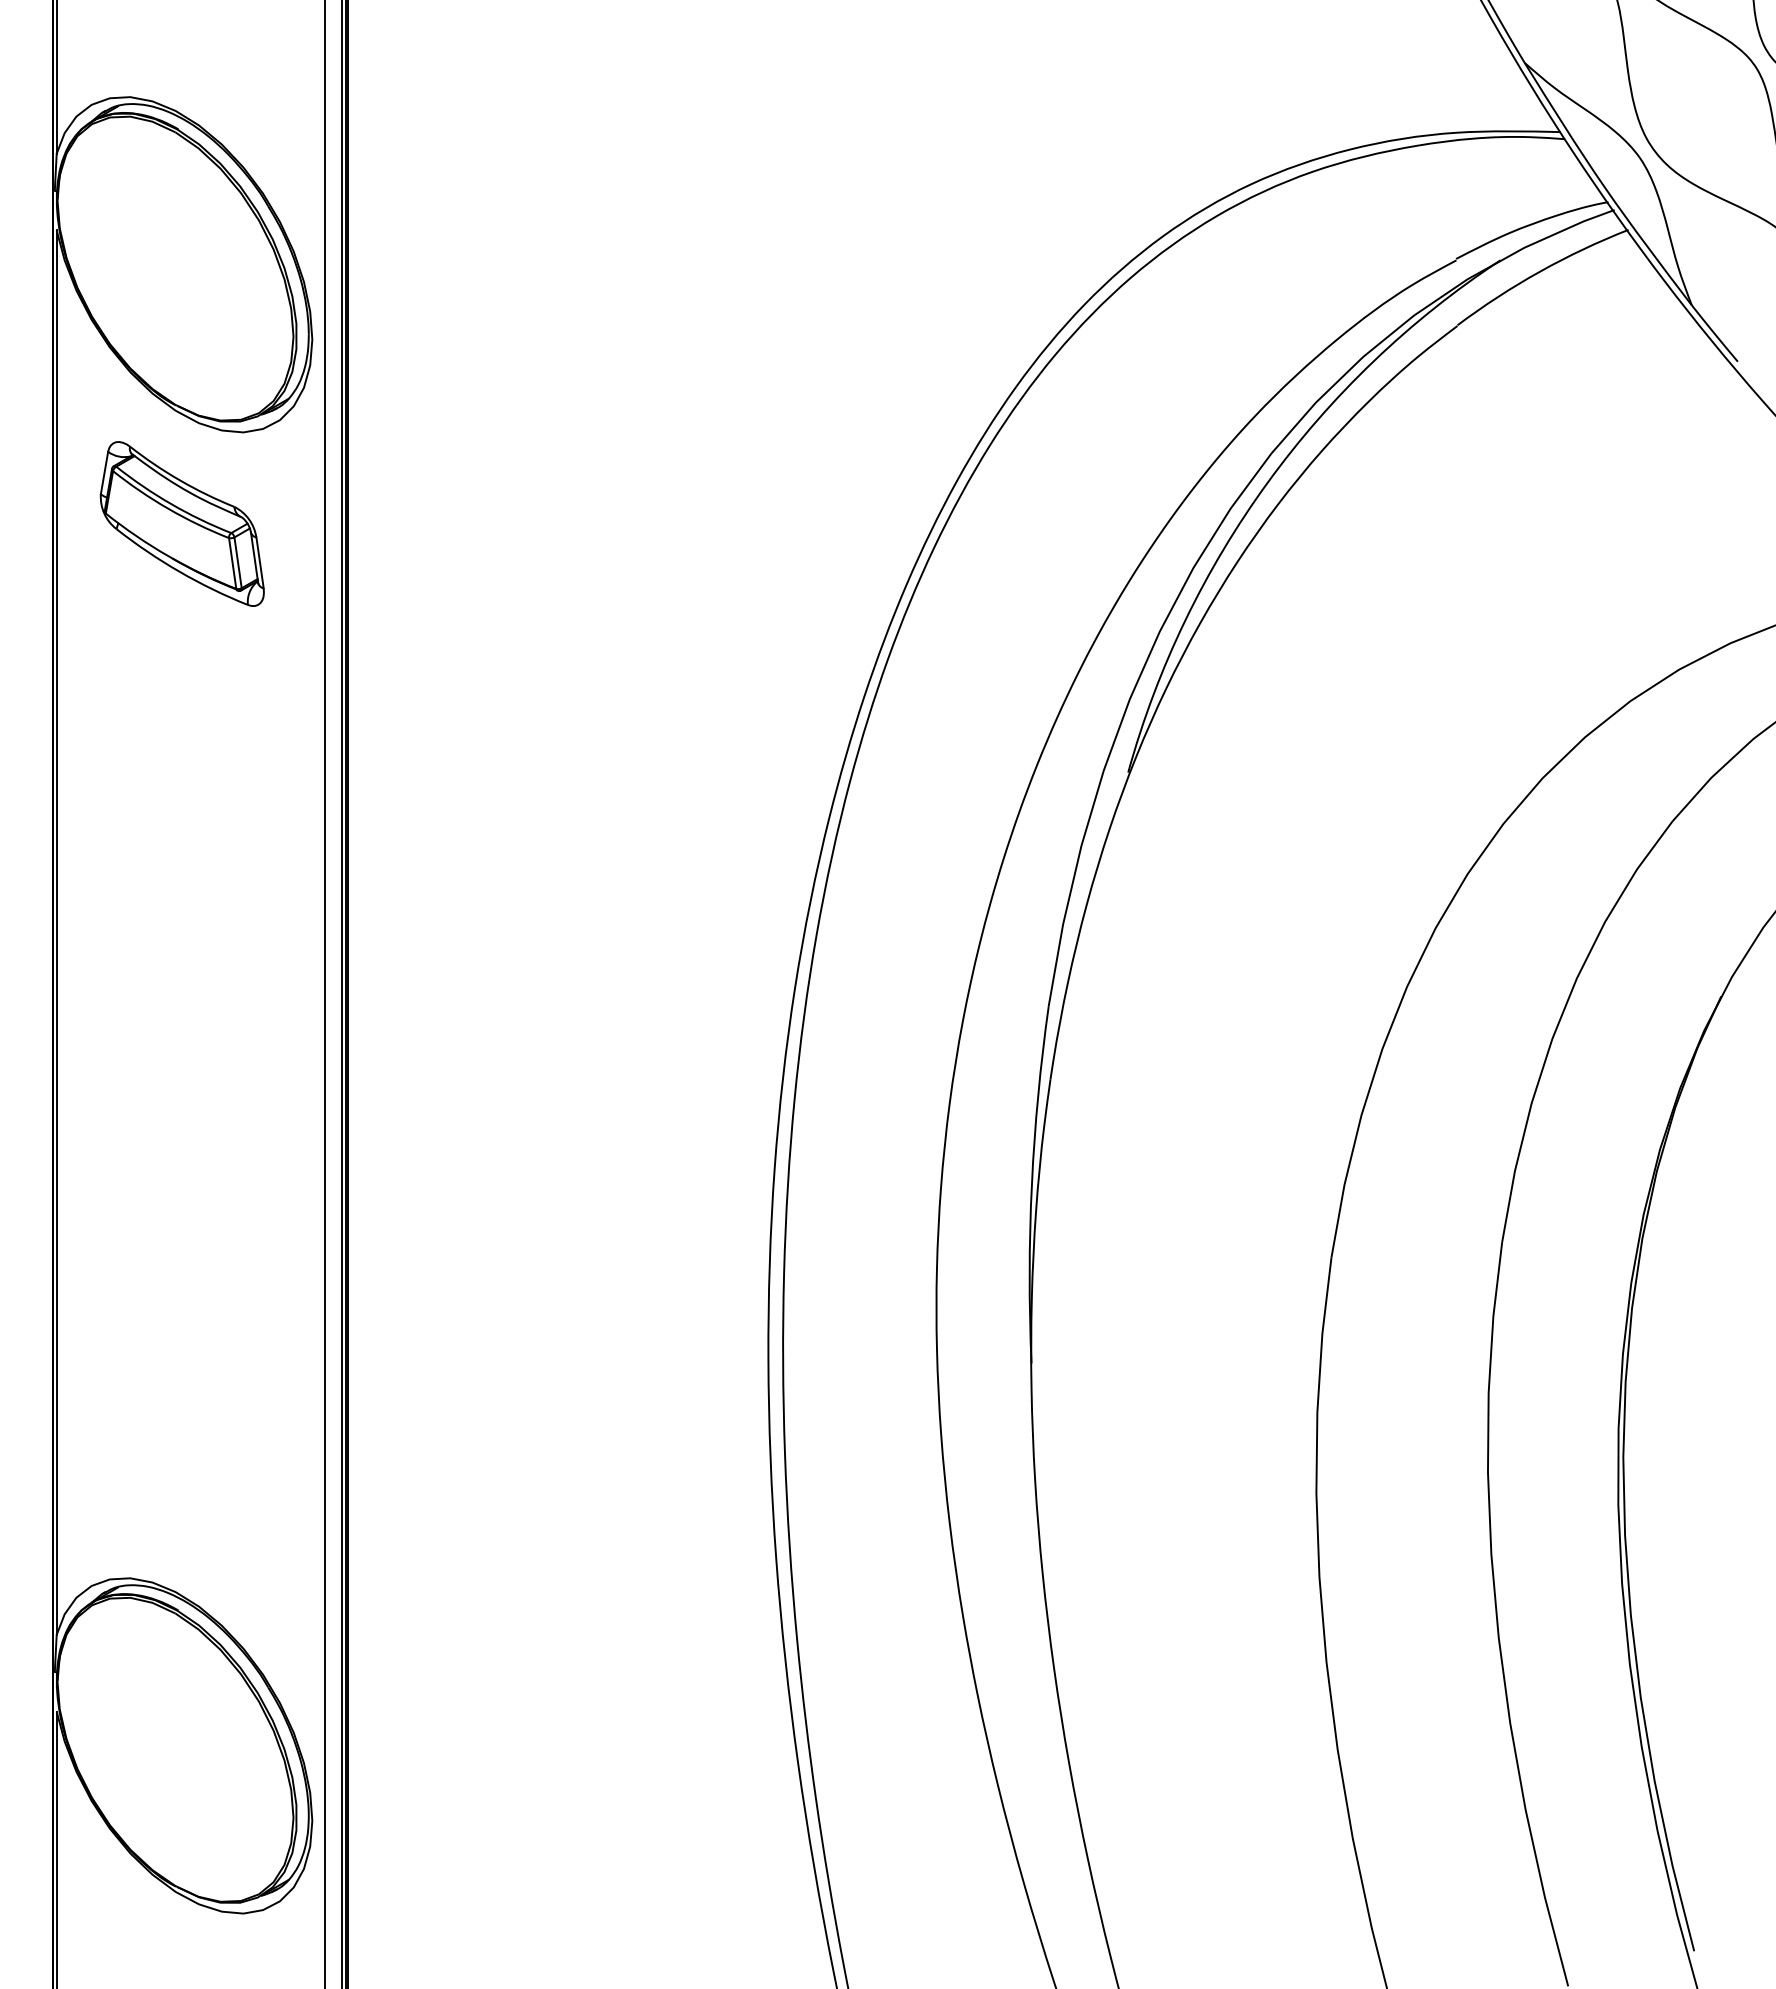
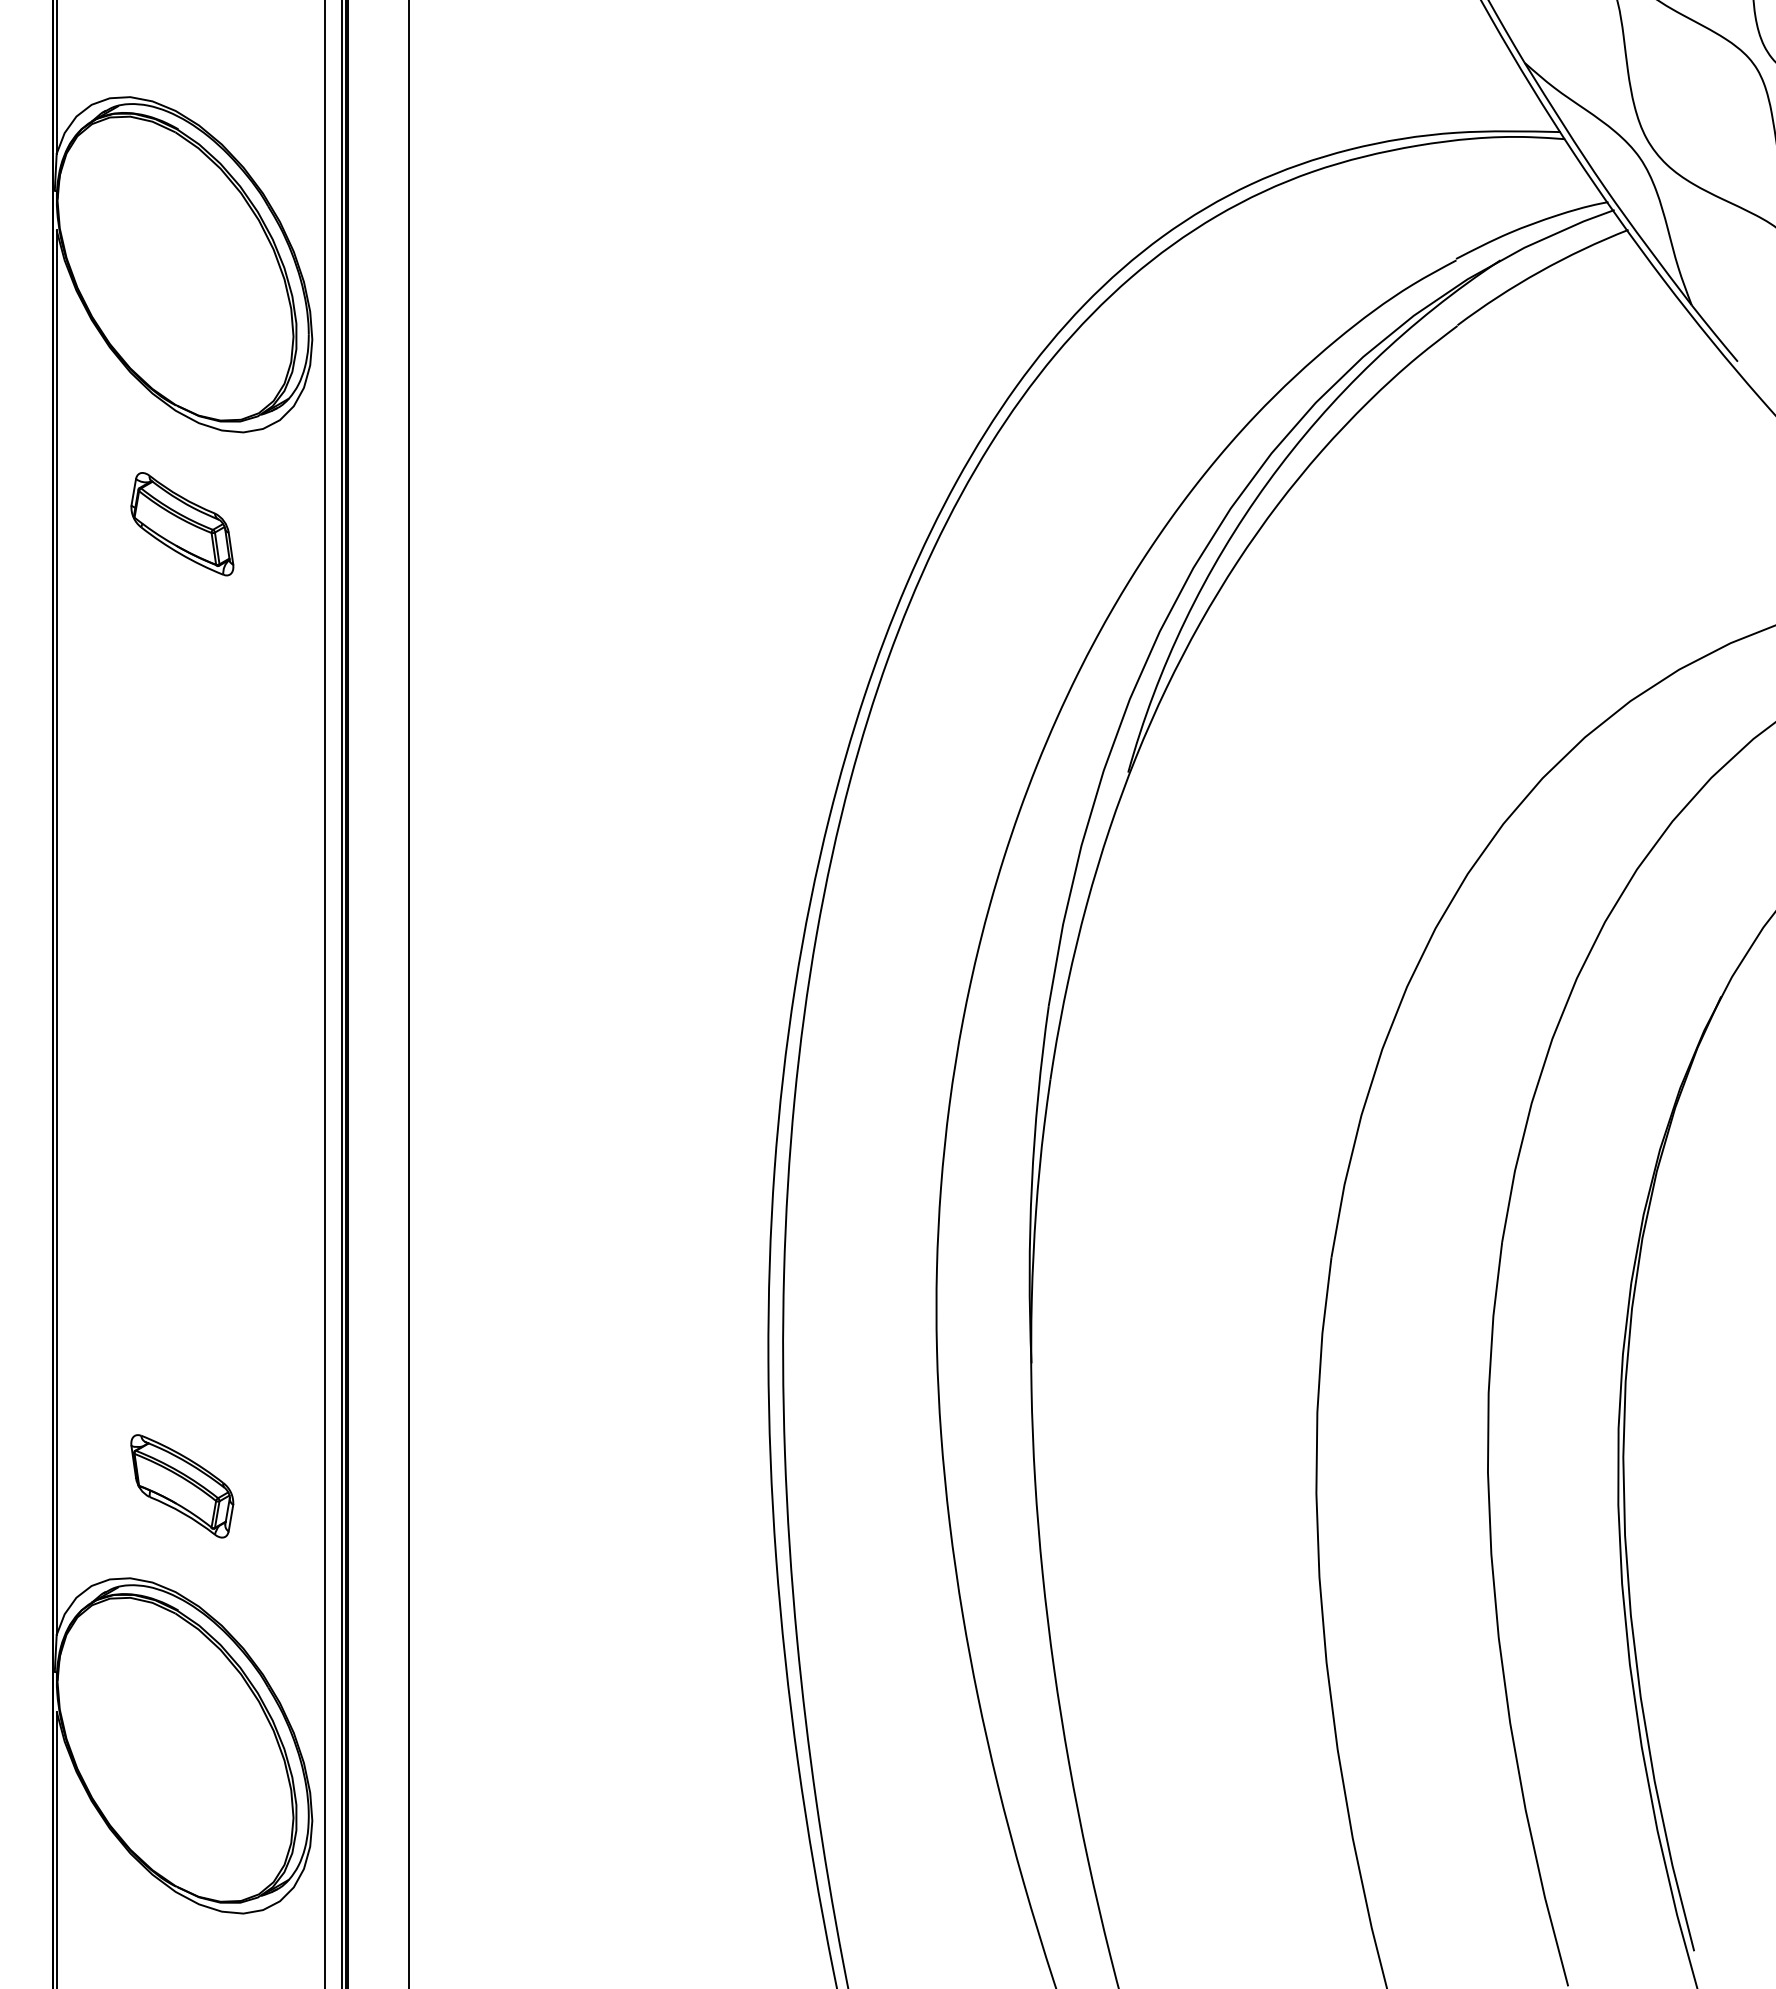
part at (181, 523) size: 166x166 px -> 105x105 px
line at (408, 993): none -> present
part at (182, 1486): none -> present
